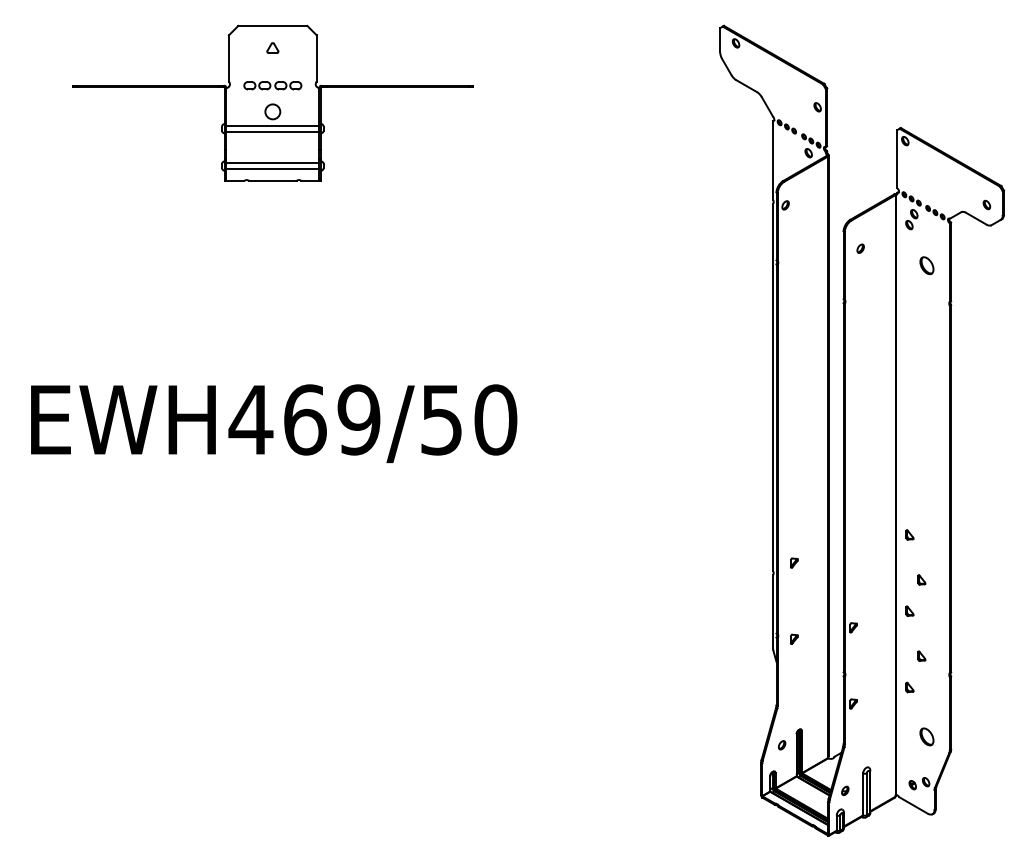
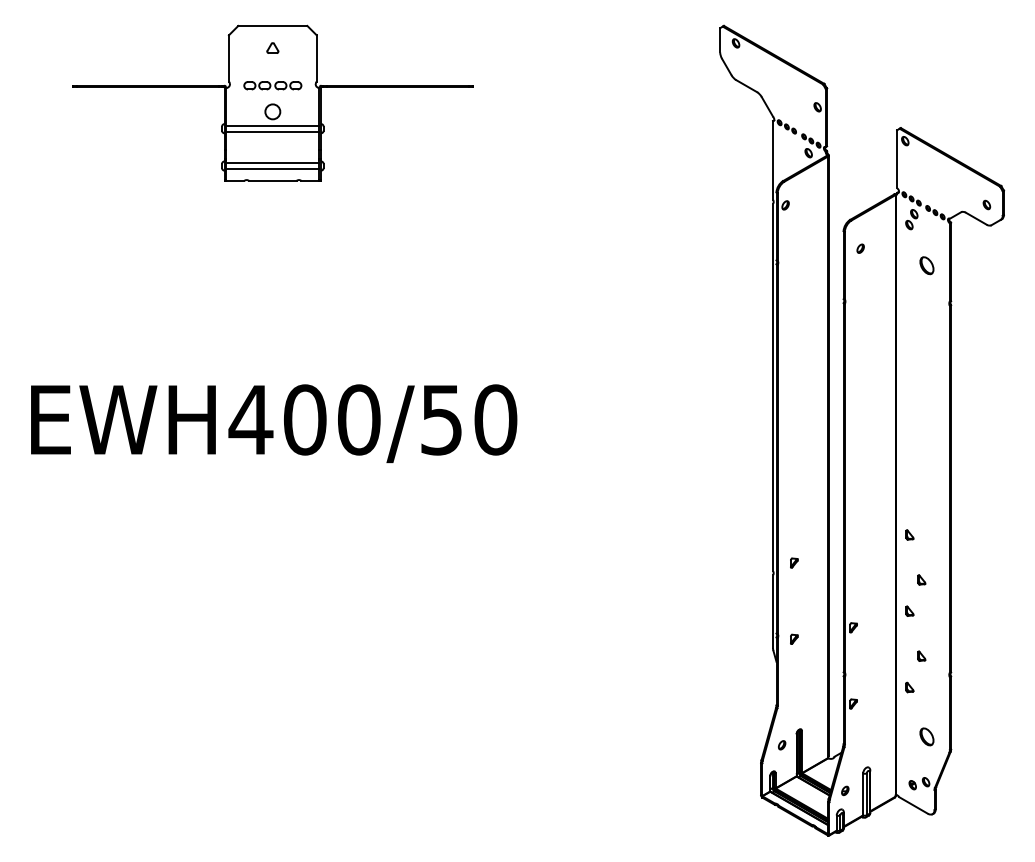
text at (332, 419): EWH469/50 -> EWH400/50
